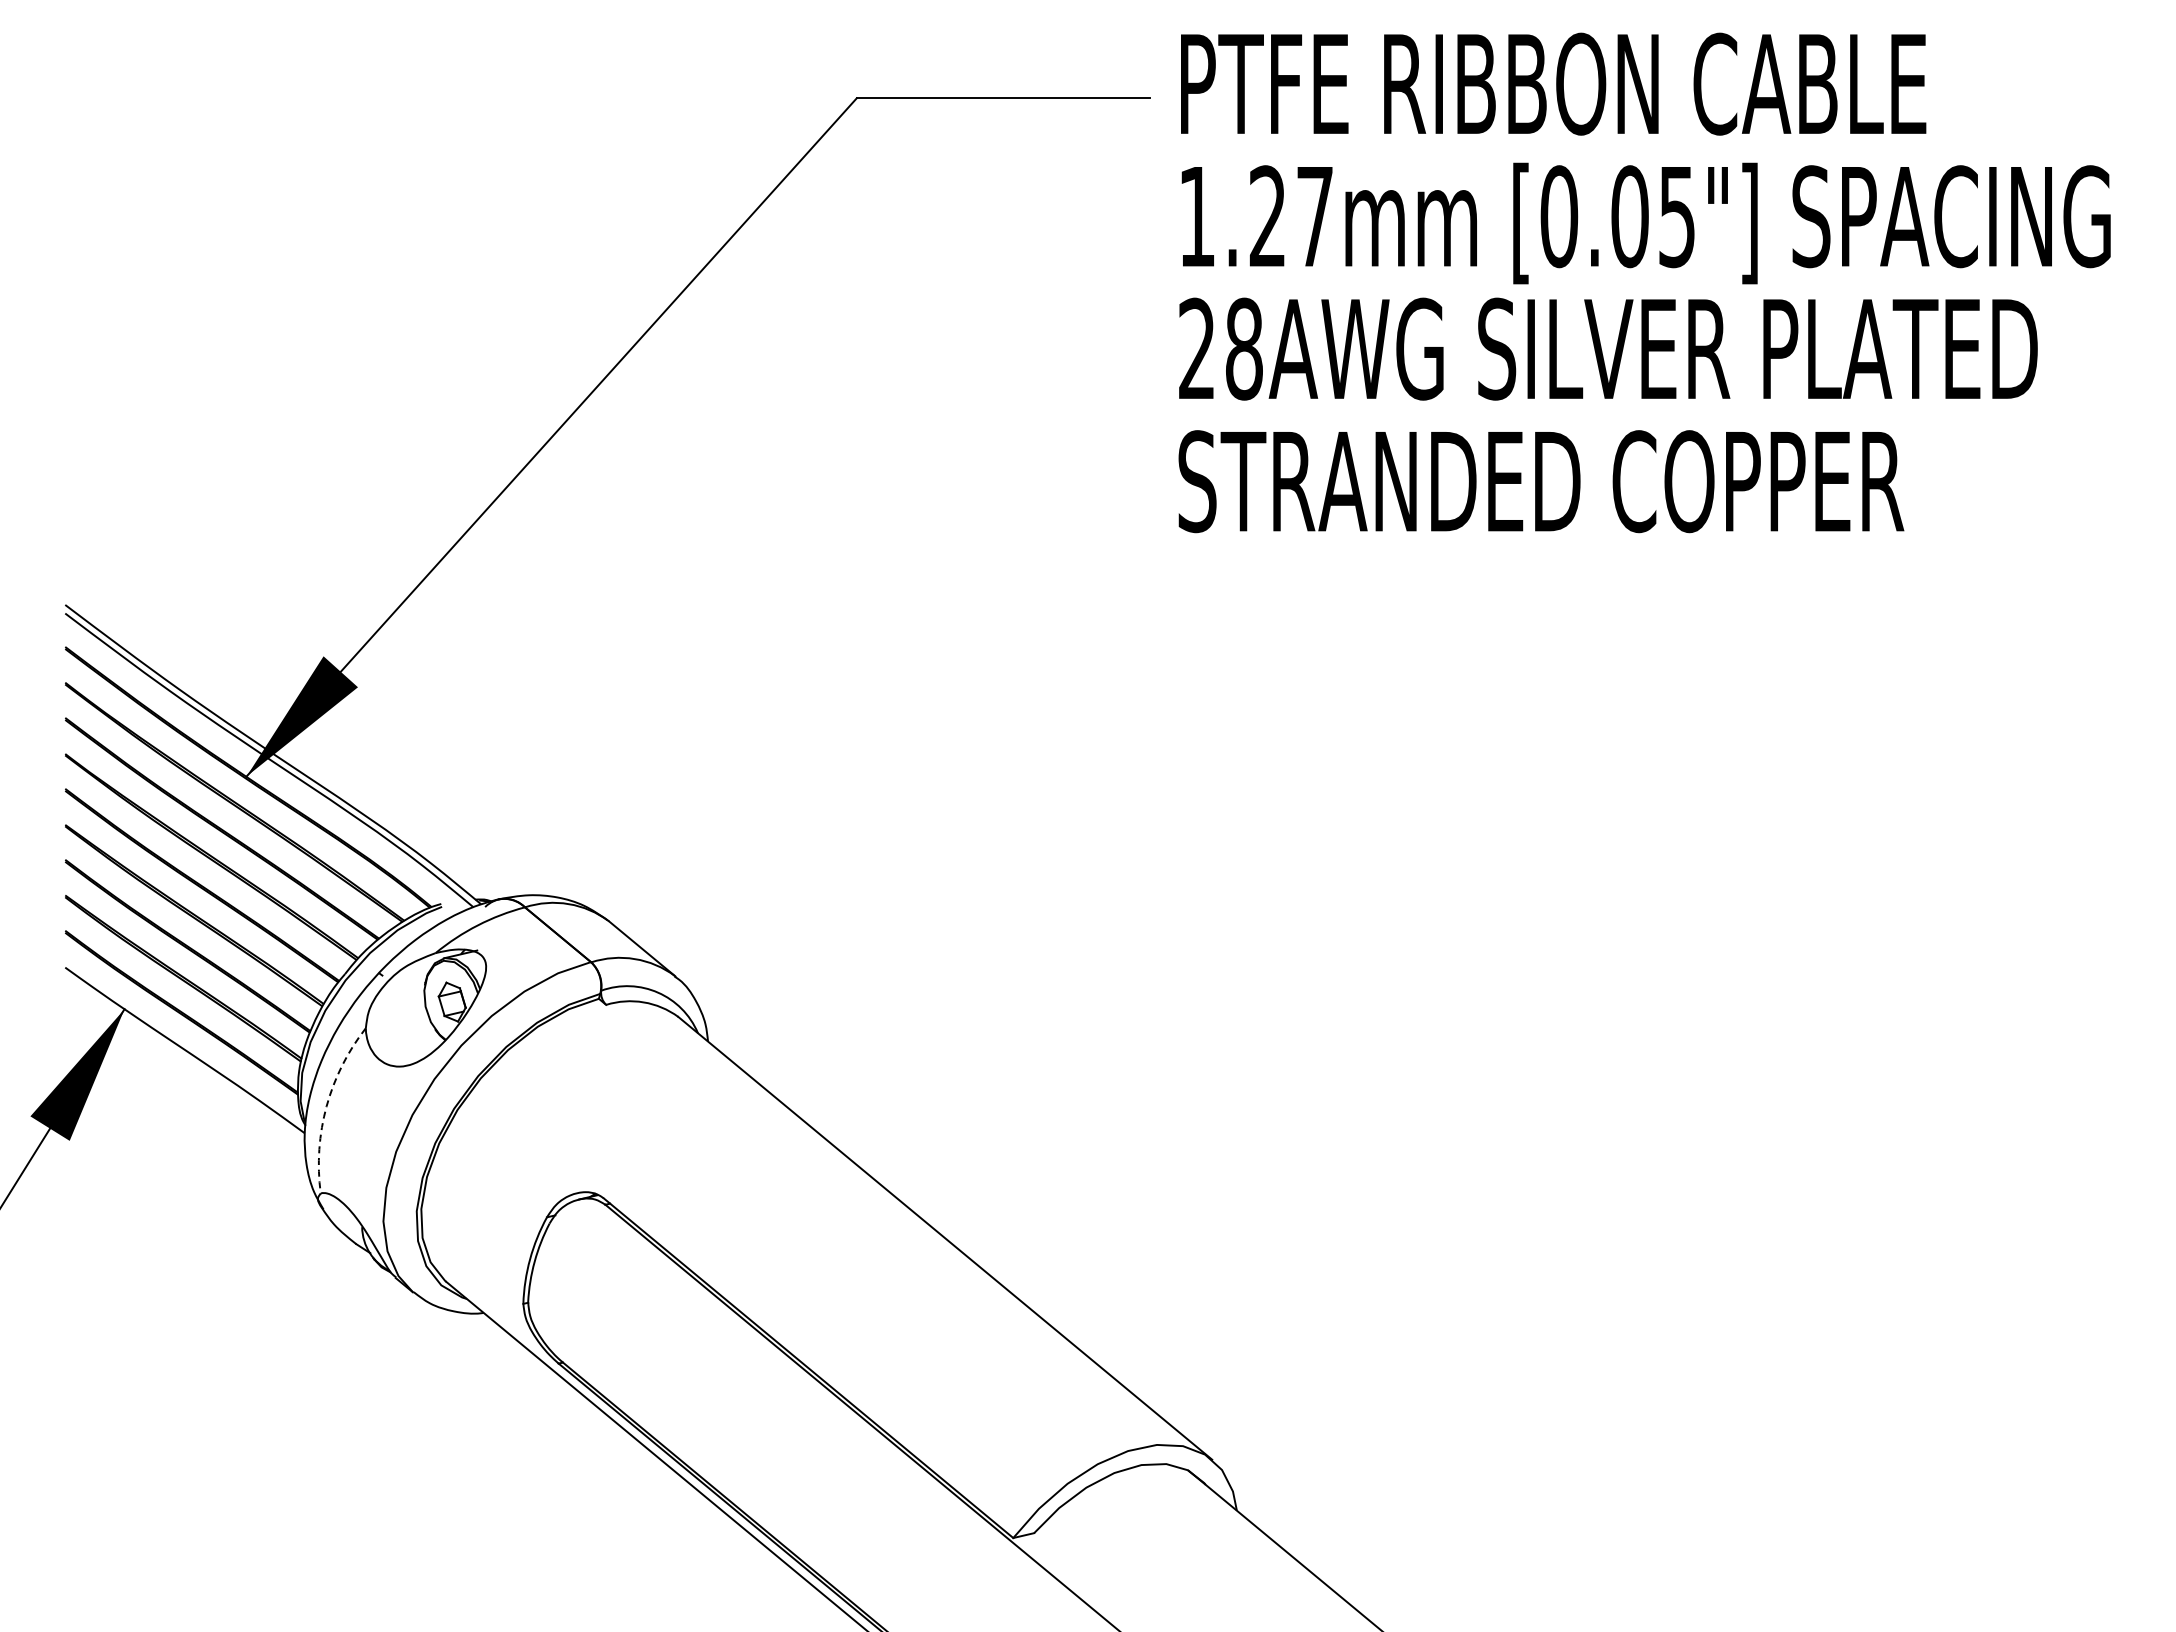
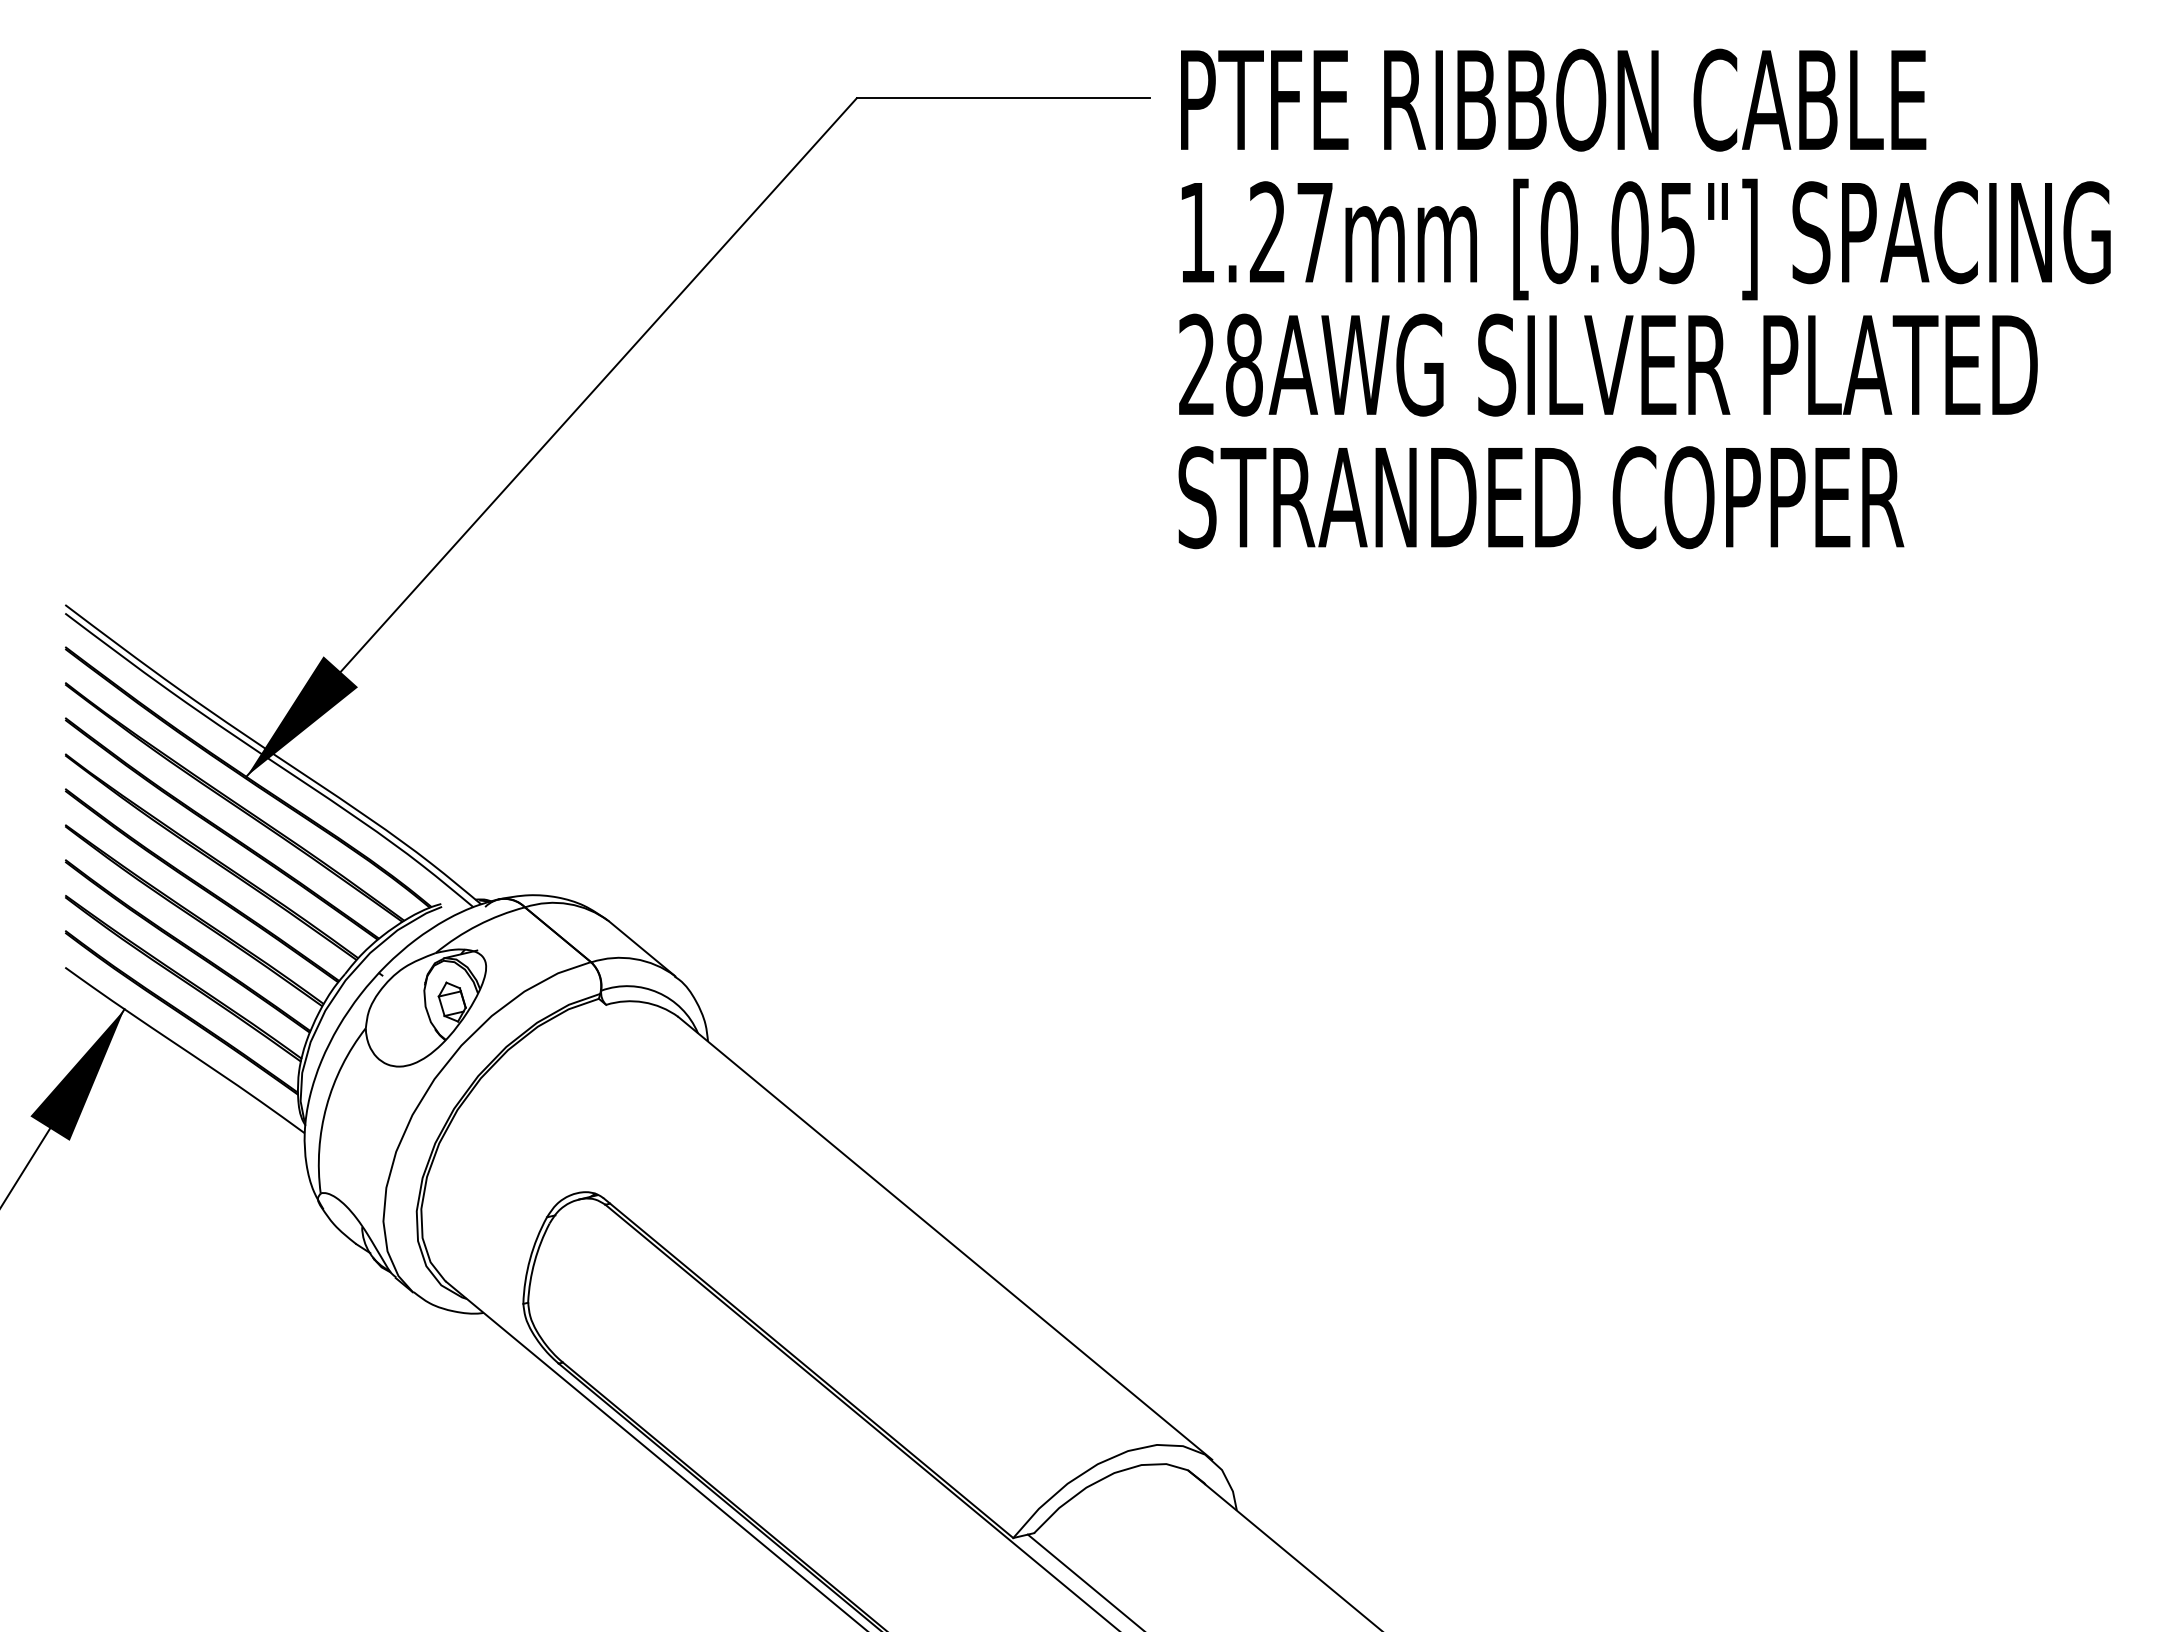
text at (1644, 282) position: (1644, 282) -> (1644, 298)
arc at (326, 1106): dashed -> solid
line at (1084, 1581): none -> present
